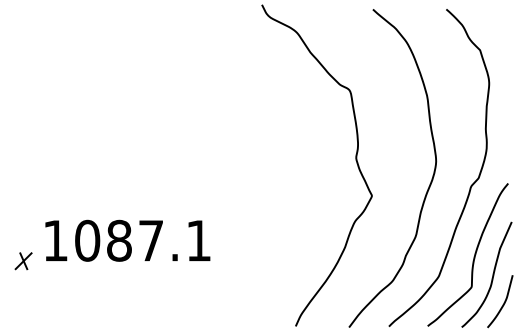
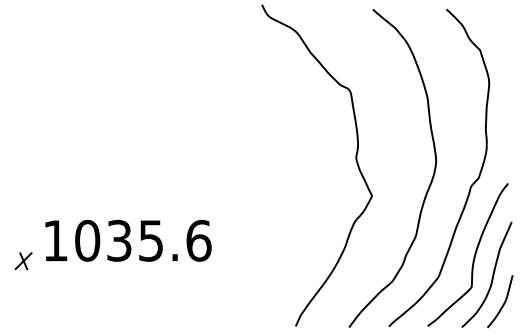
text at (159, 240): 1087.1 -> 1035.6
